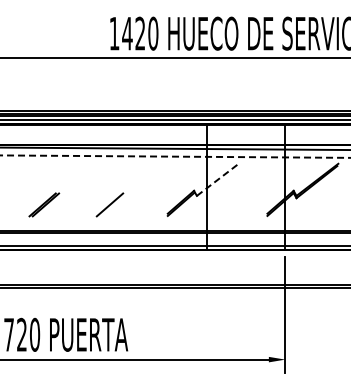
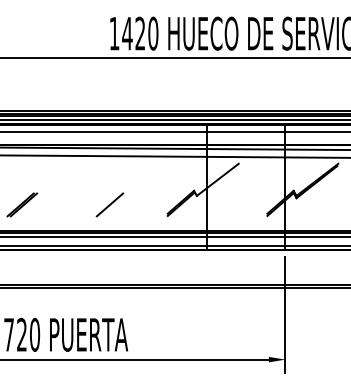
line at (174, 132): none -> present
line at (175, 156): dashed -> solid
line at (218, 179): dashed -> solid
part at (44, 204) position: (44, 204) -> (22, 204)
line at (174, 236): none -> present
